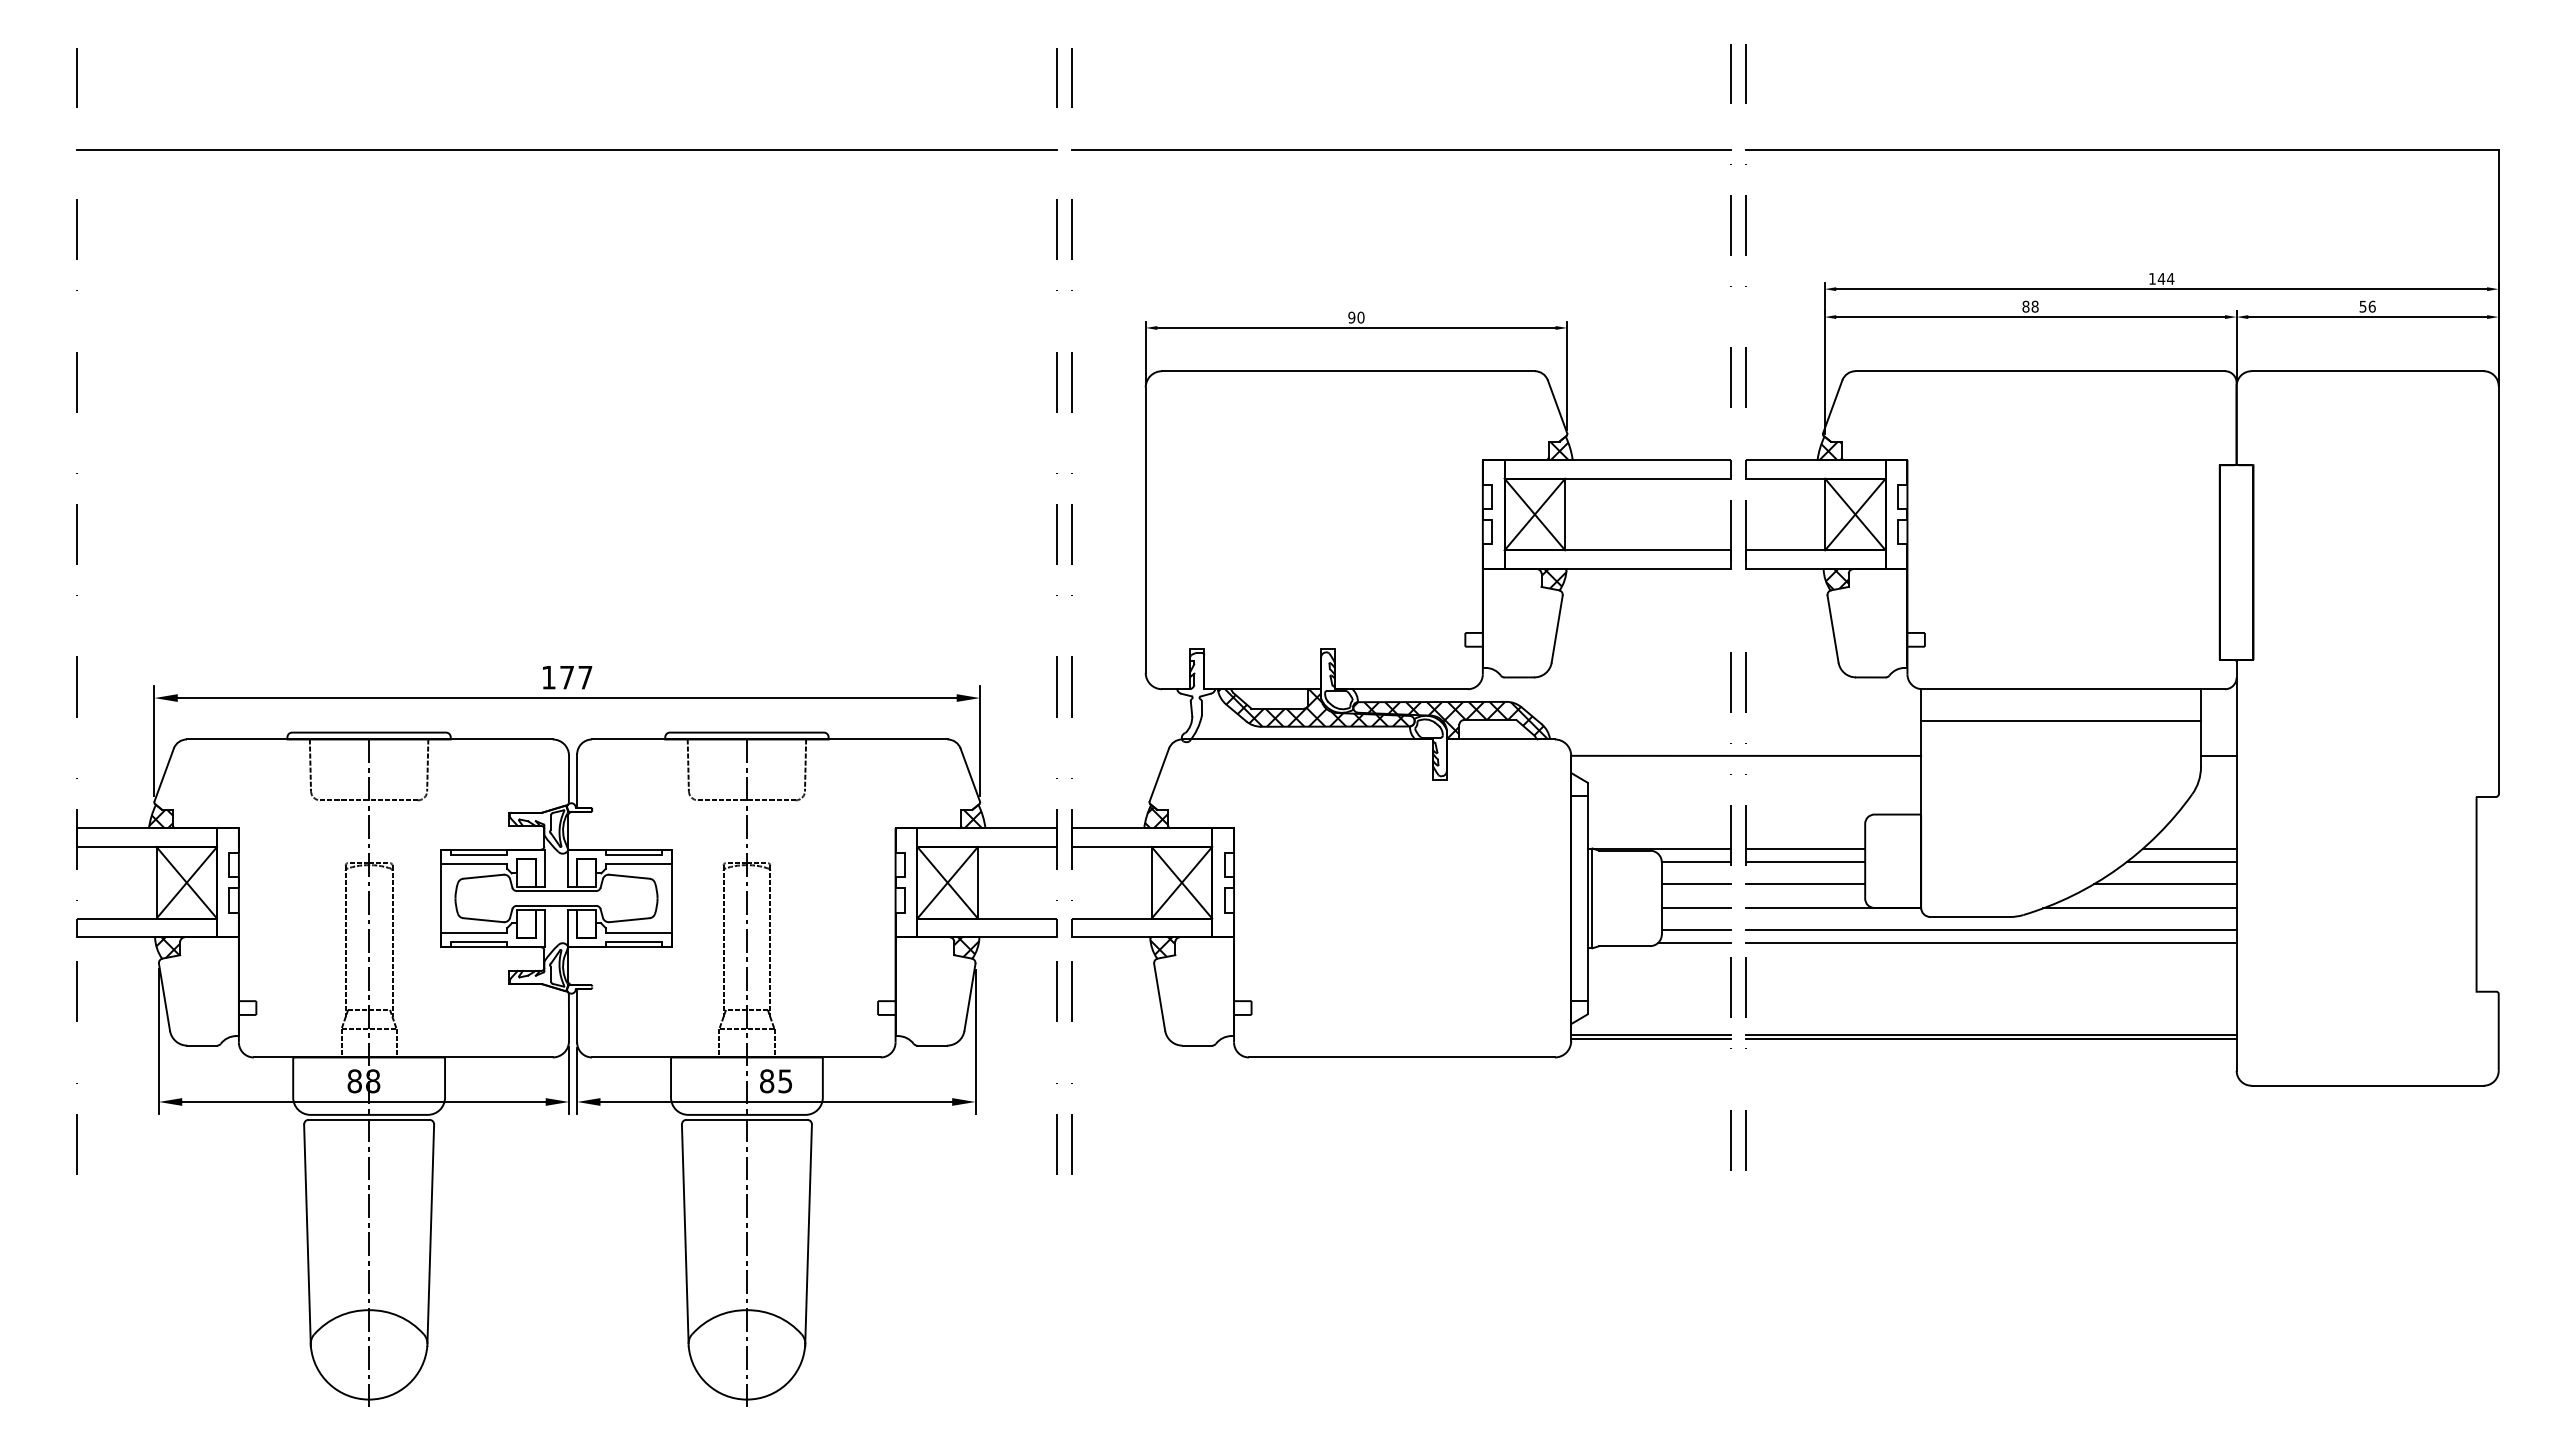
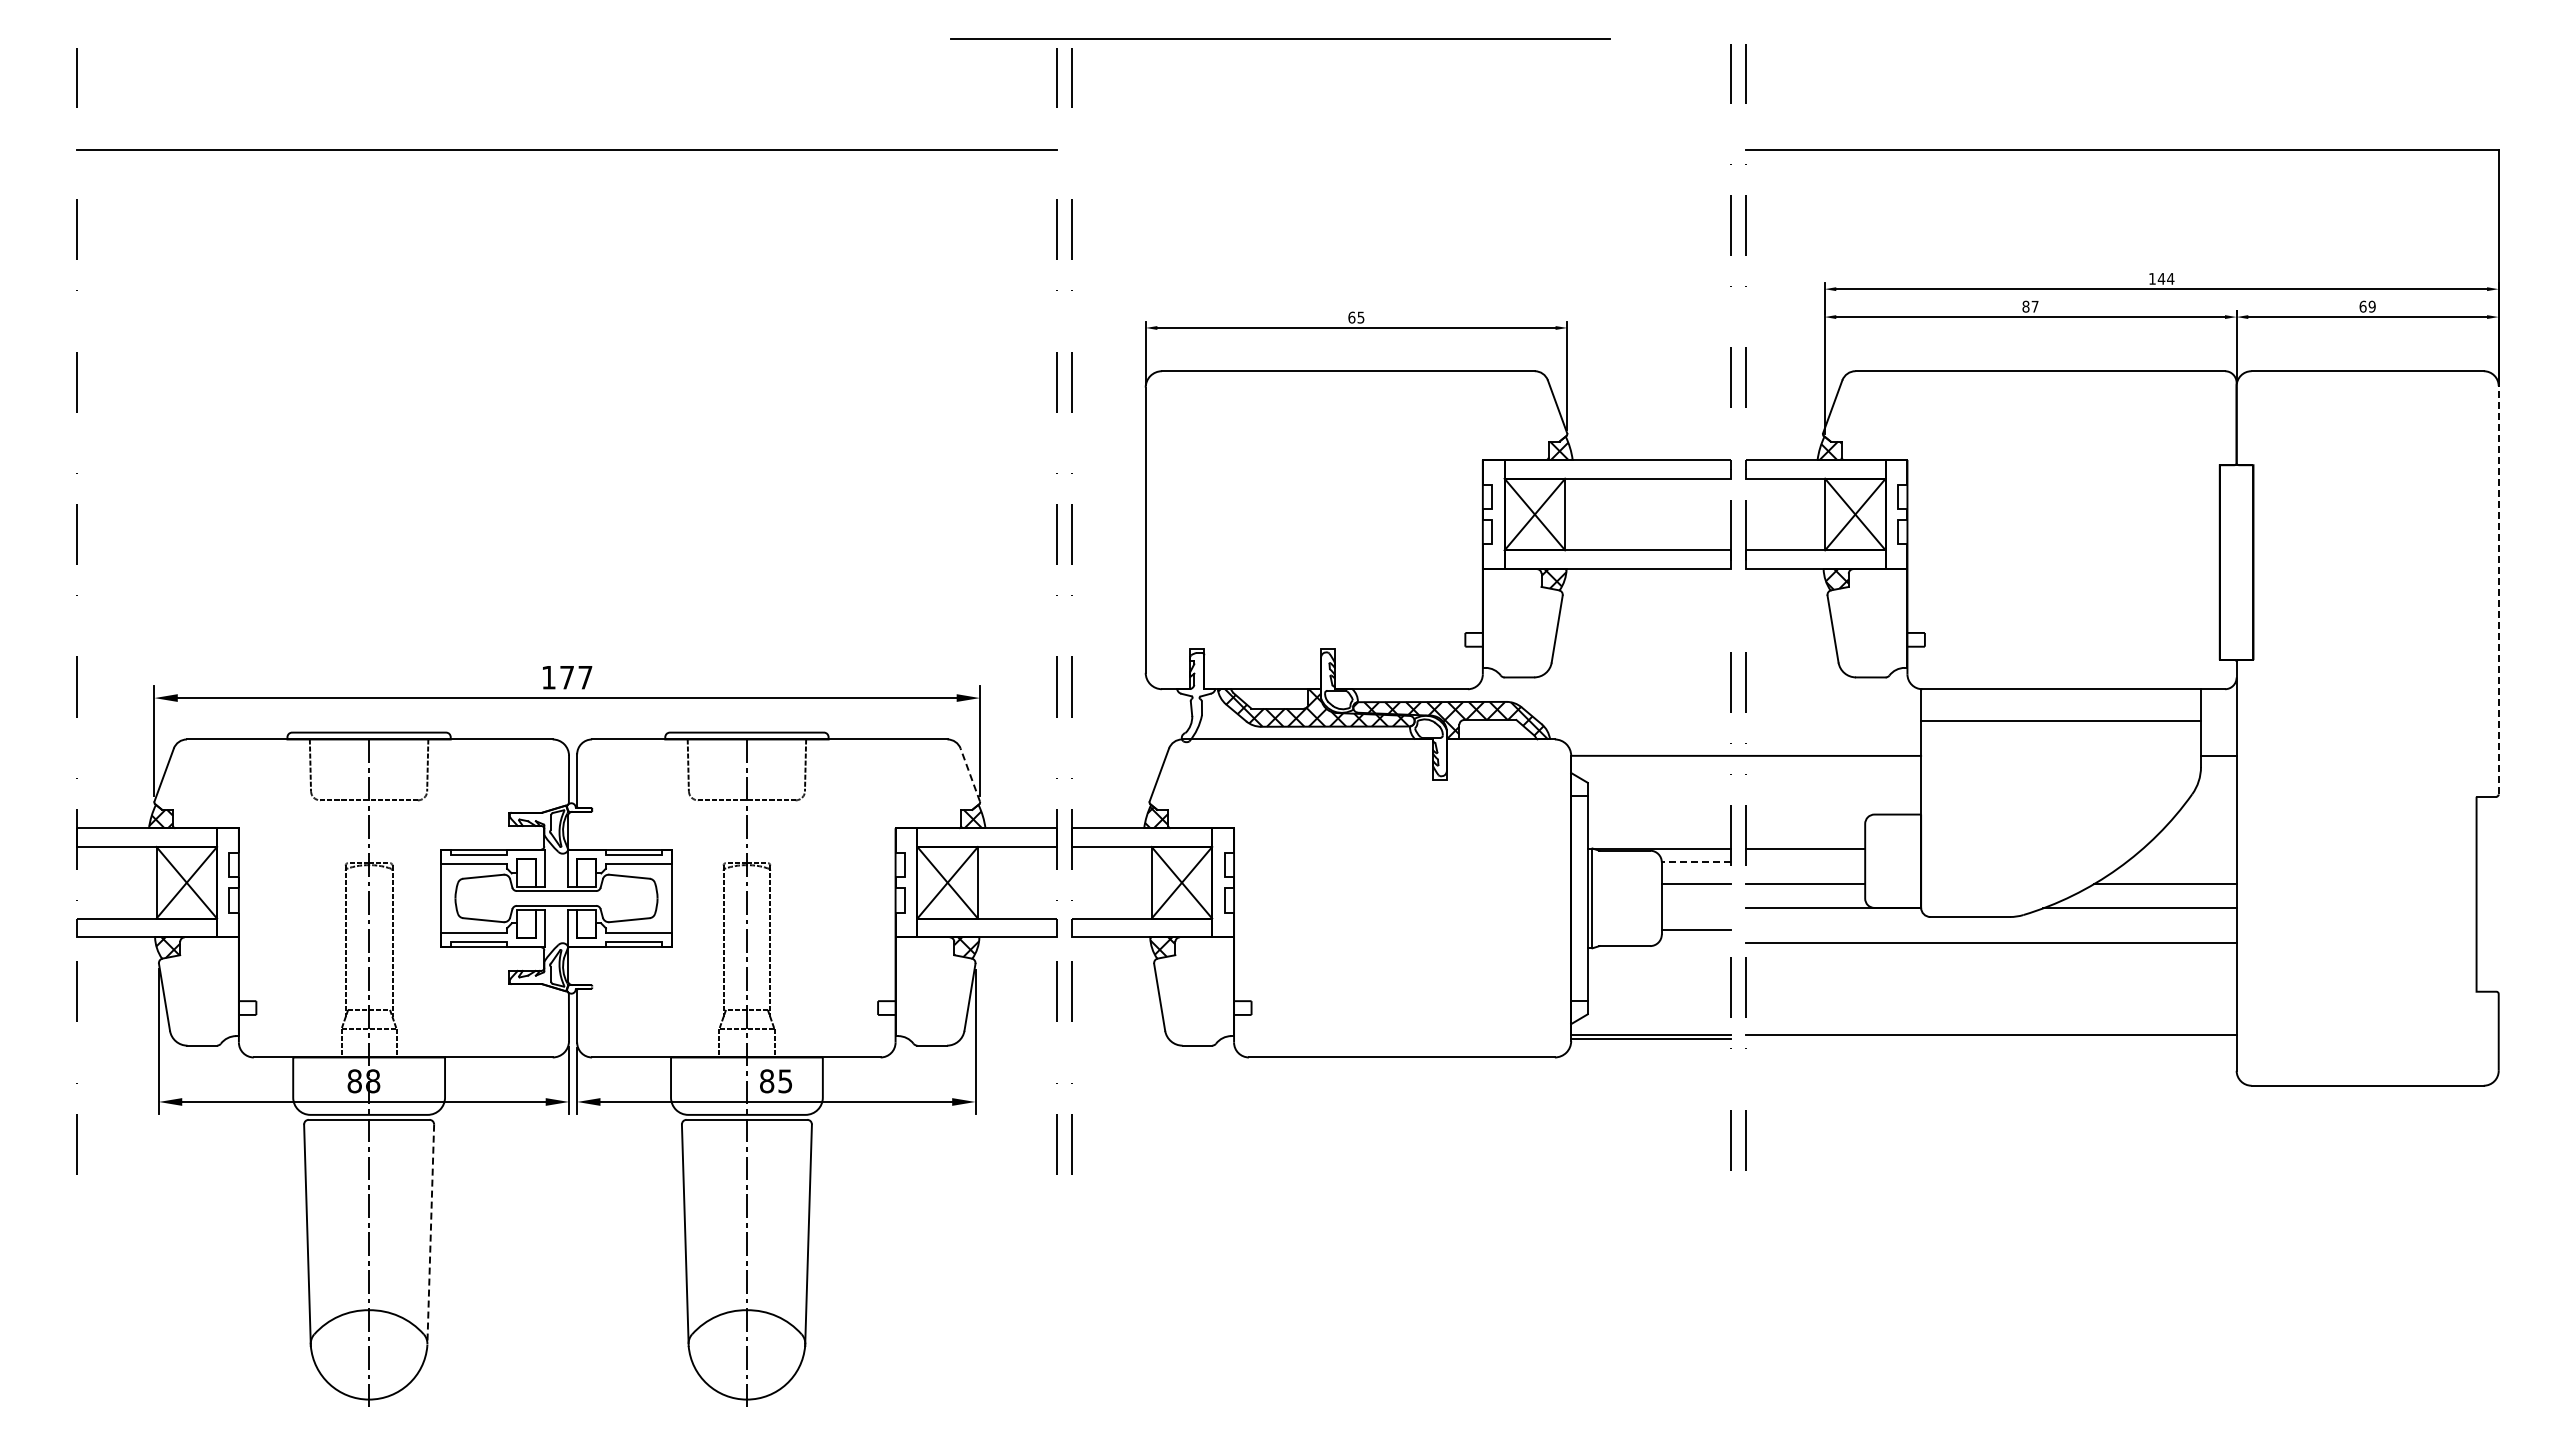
line at (1401, 149) position: (1401, 149) -> (1280, 38)
text at (2034, 306): 88 -> 87
text at (2367, 306): 56 -> 69
text at (1356, 317): 90 -> 65
line at (2498, 589): solid -> dashed
line at (970, 774): solid -> dashed
line at (2189, 849): present -> none
line at (1695, 861): solid -> dashed
line at (1805, 861): present -> none
line at (2181, 861): present -> none
line at (1695, 908): present -> none
line at (1990, 930): present -> none
line at (1694, 942): present -> none
line at (1990, 1039): present -> none
line at (430, 1235): solid -> dashed
